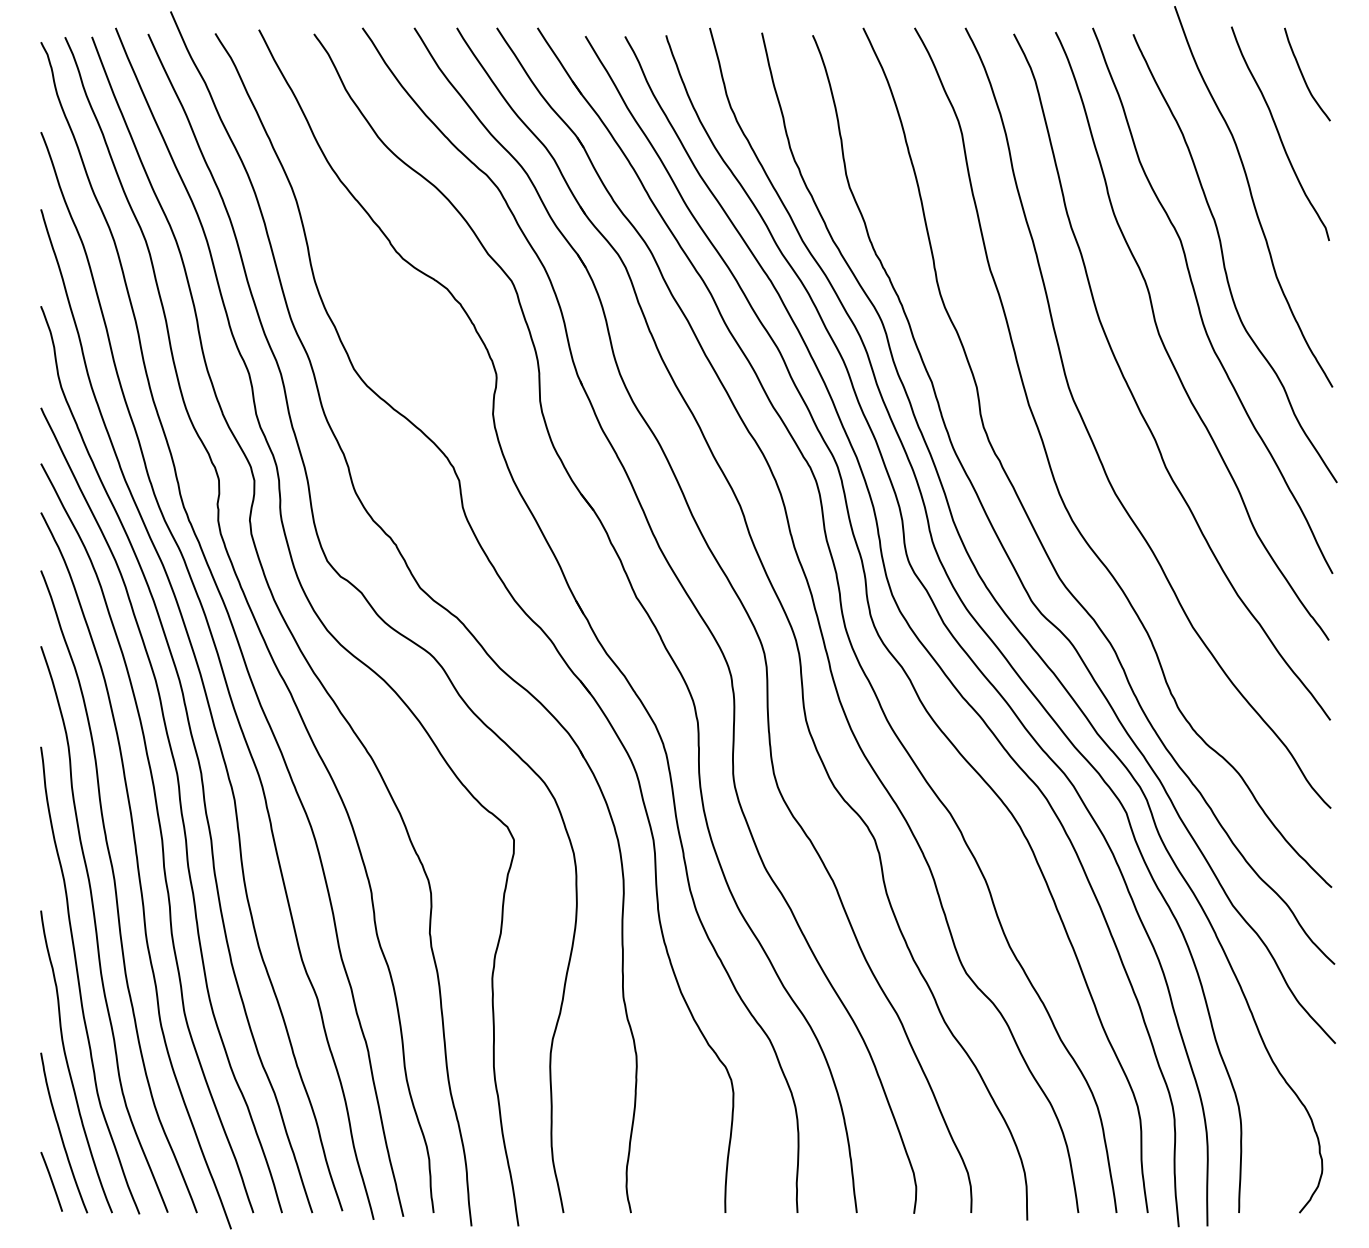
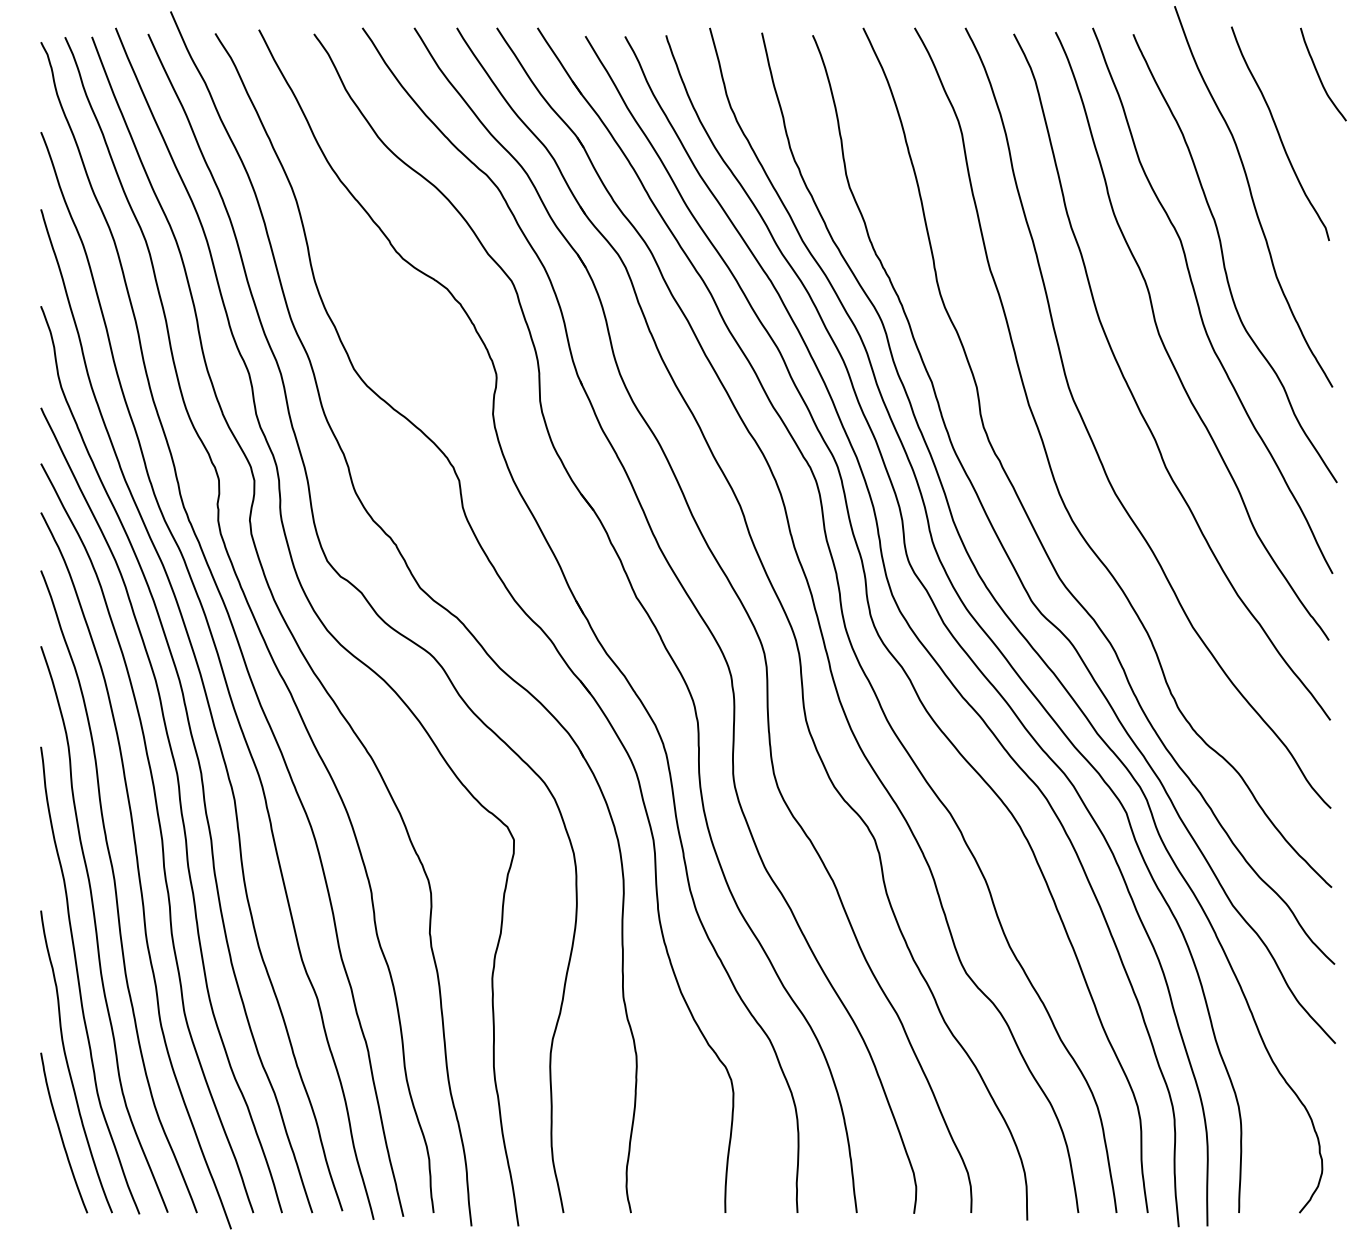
curve at (1303, 74) position: (1303, 74) -> (1319, 74)
line at (51, 1181): present -> none
